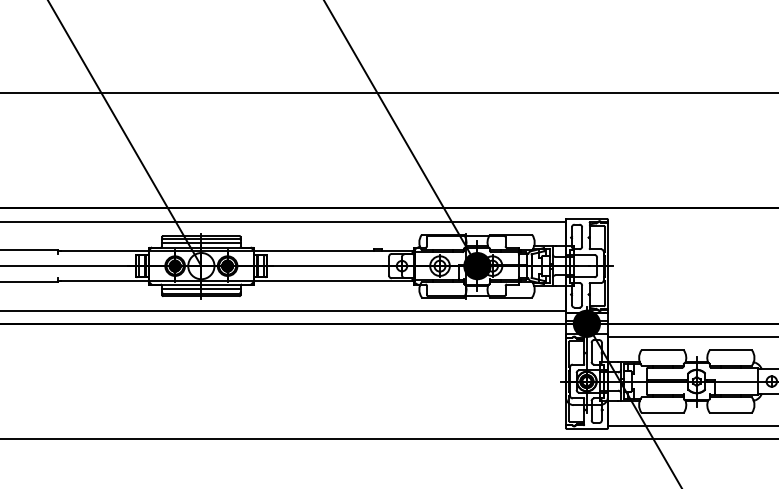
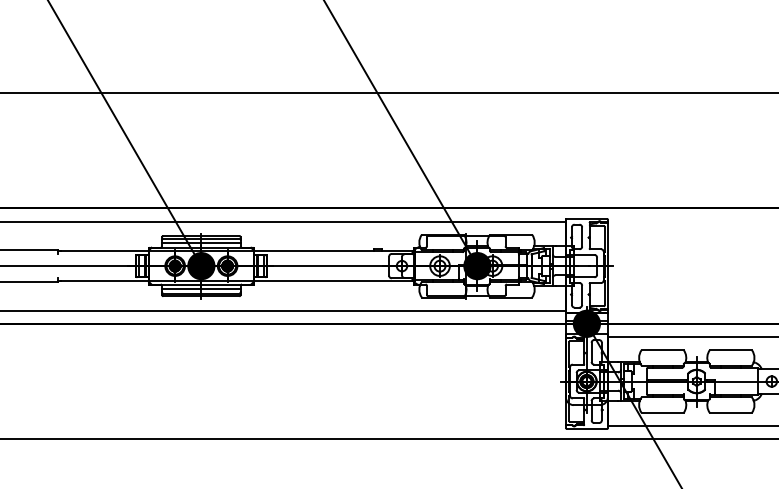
fill at (201, 266): none -> present
